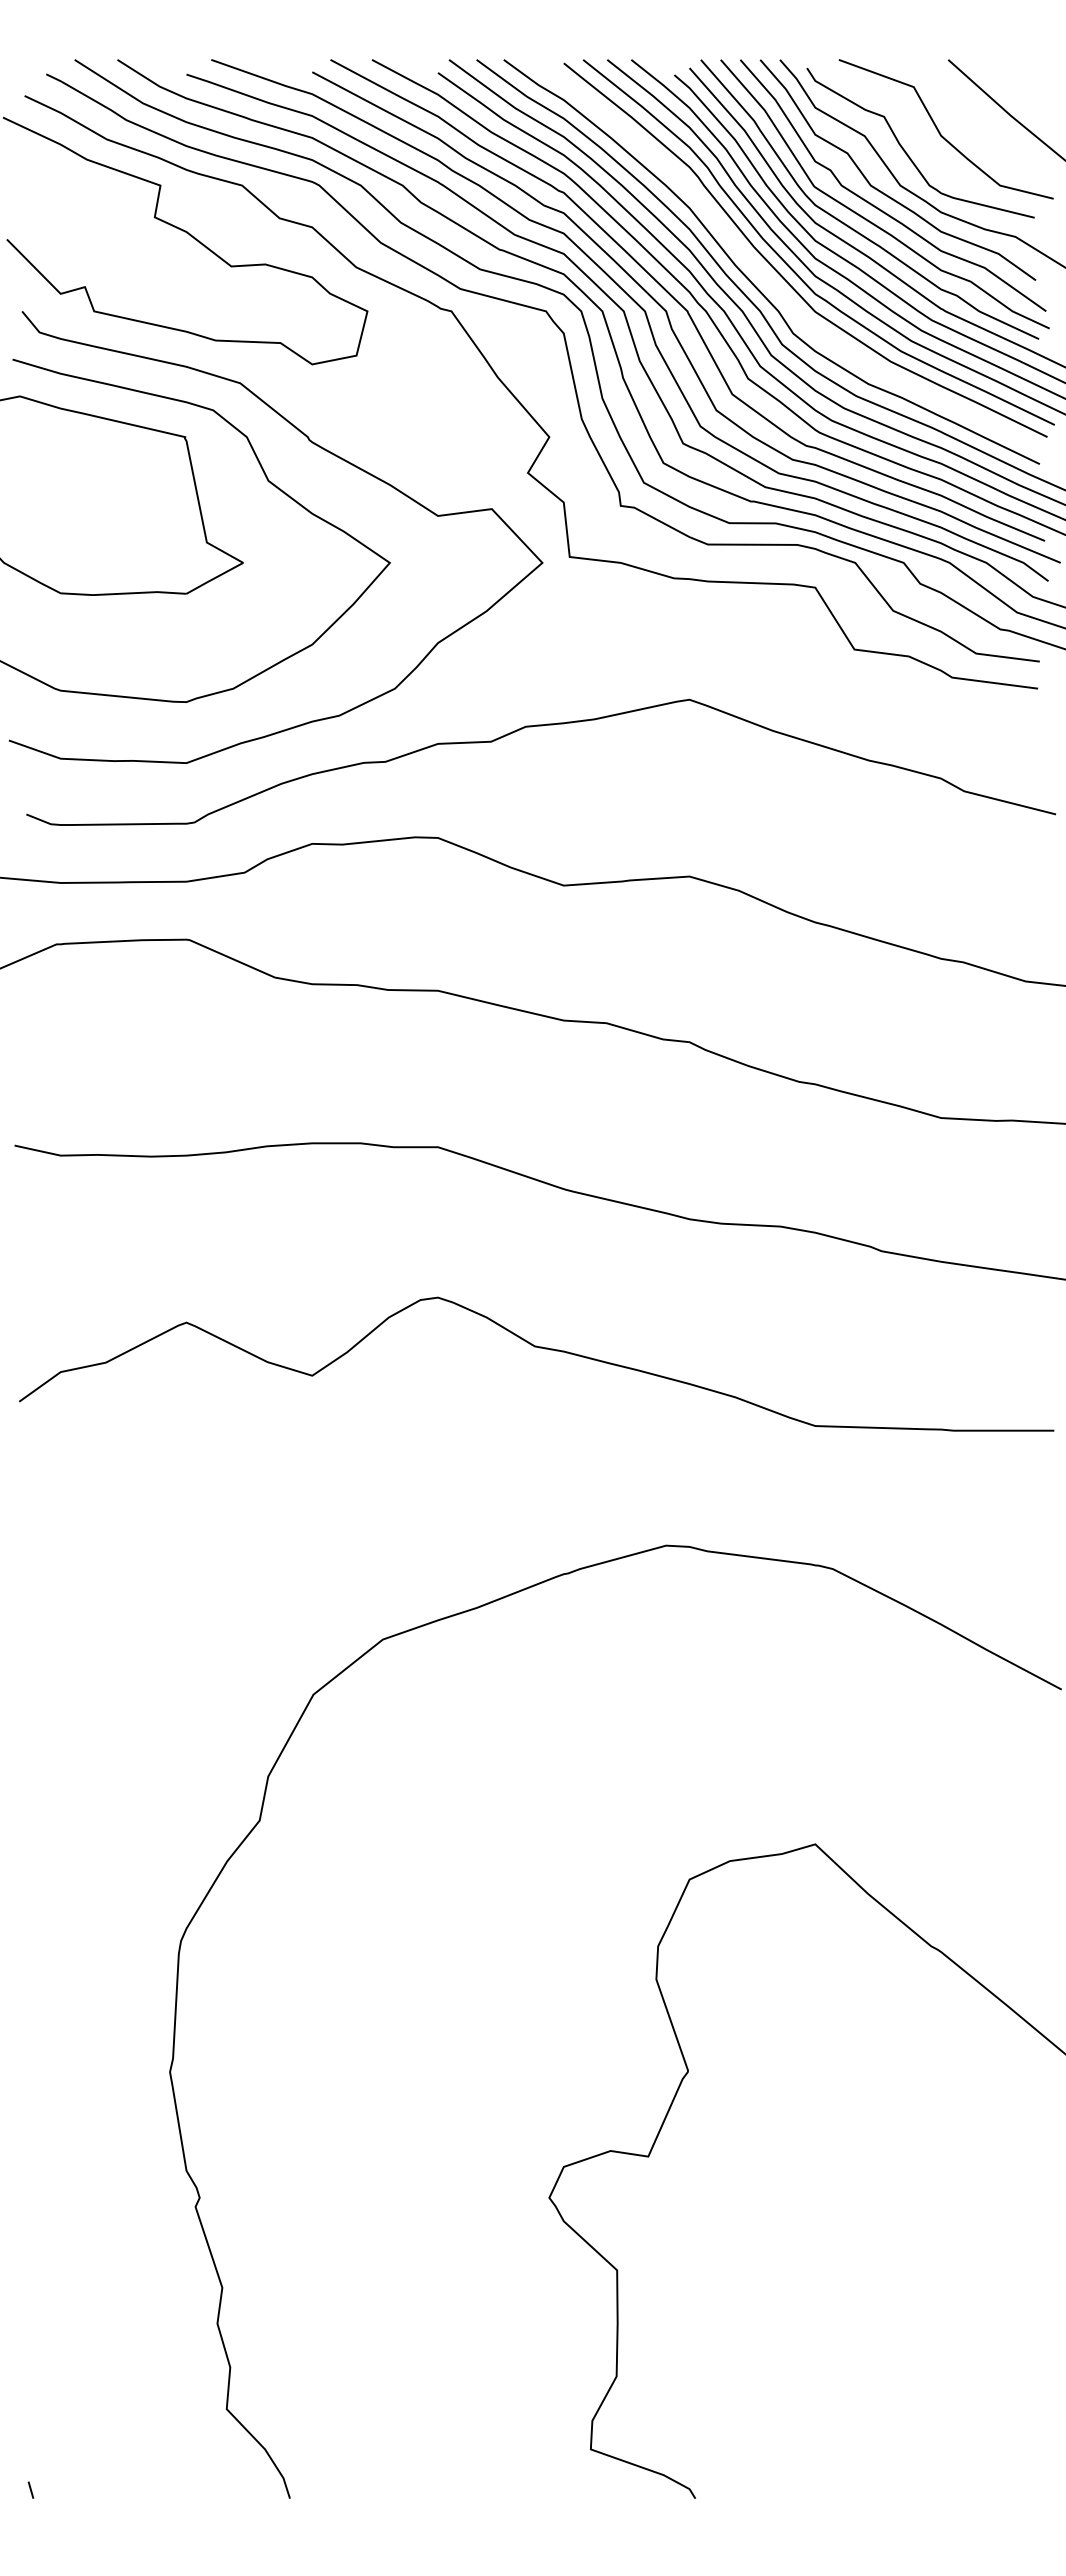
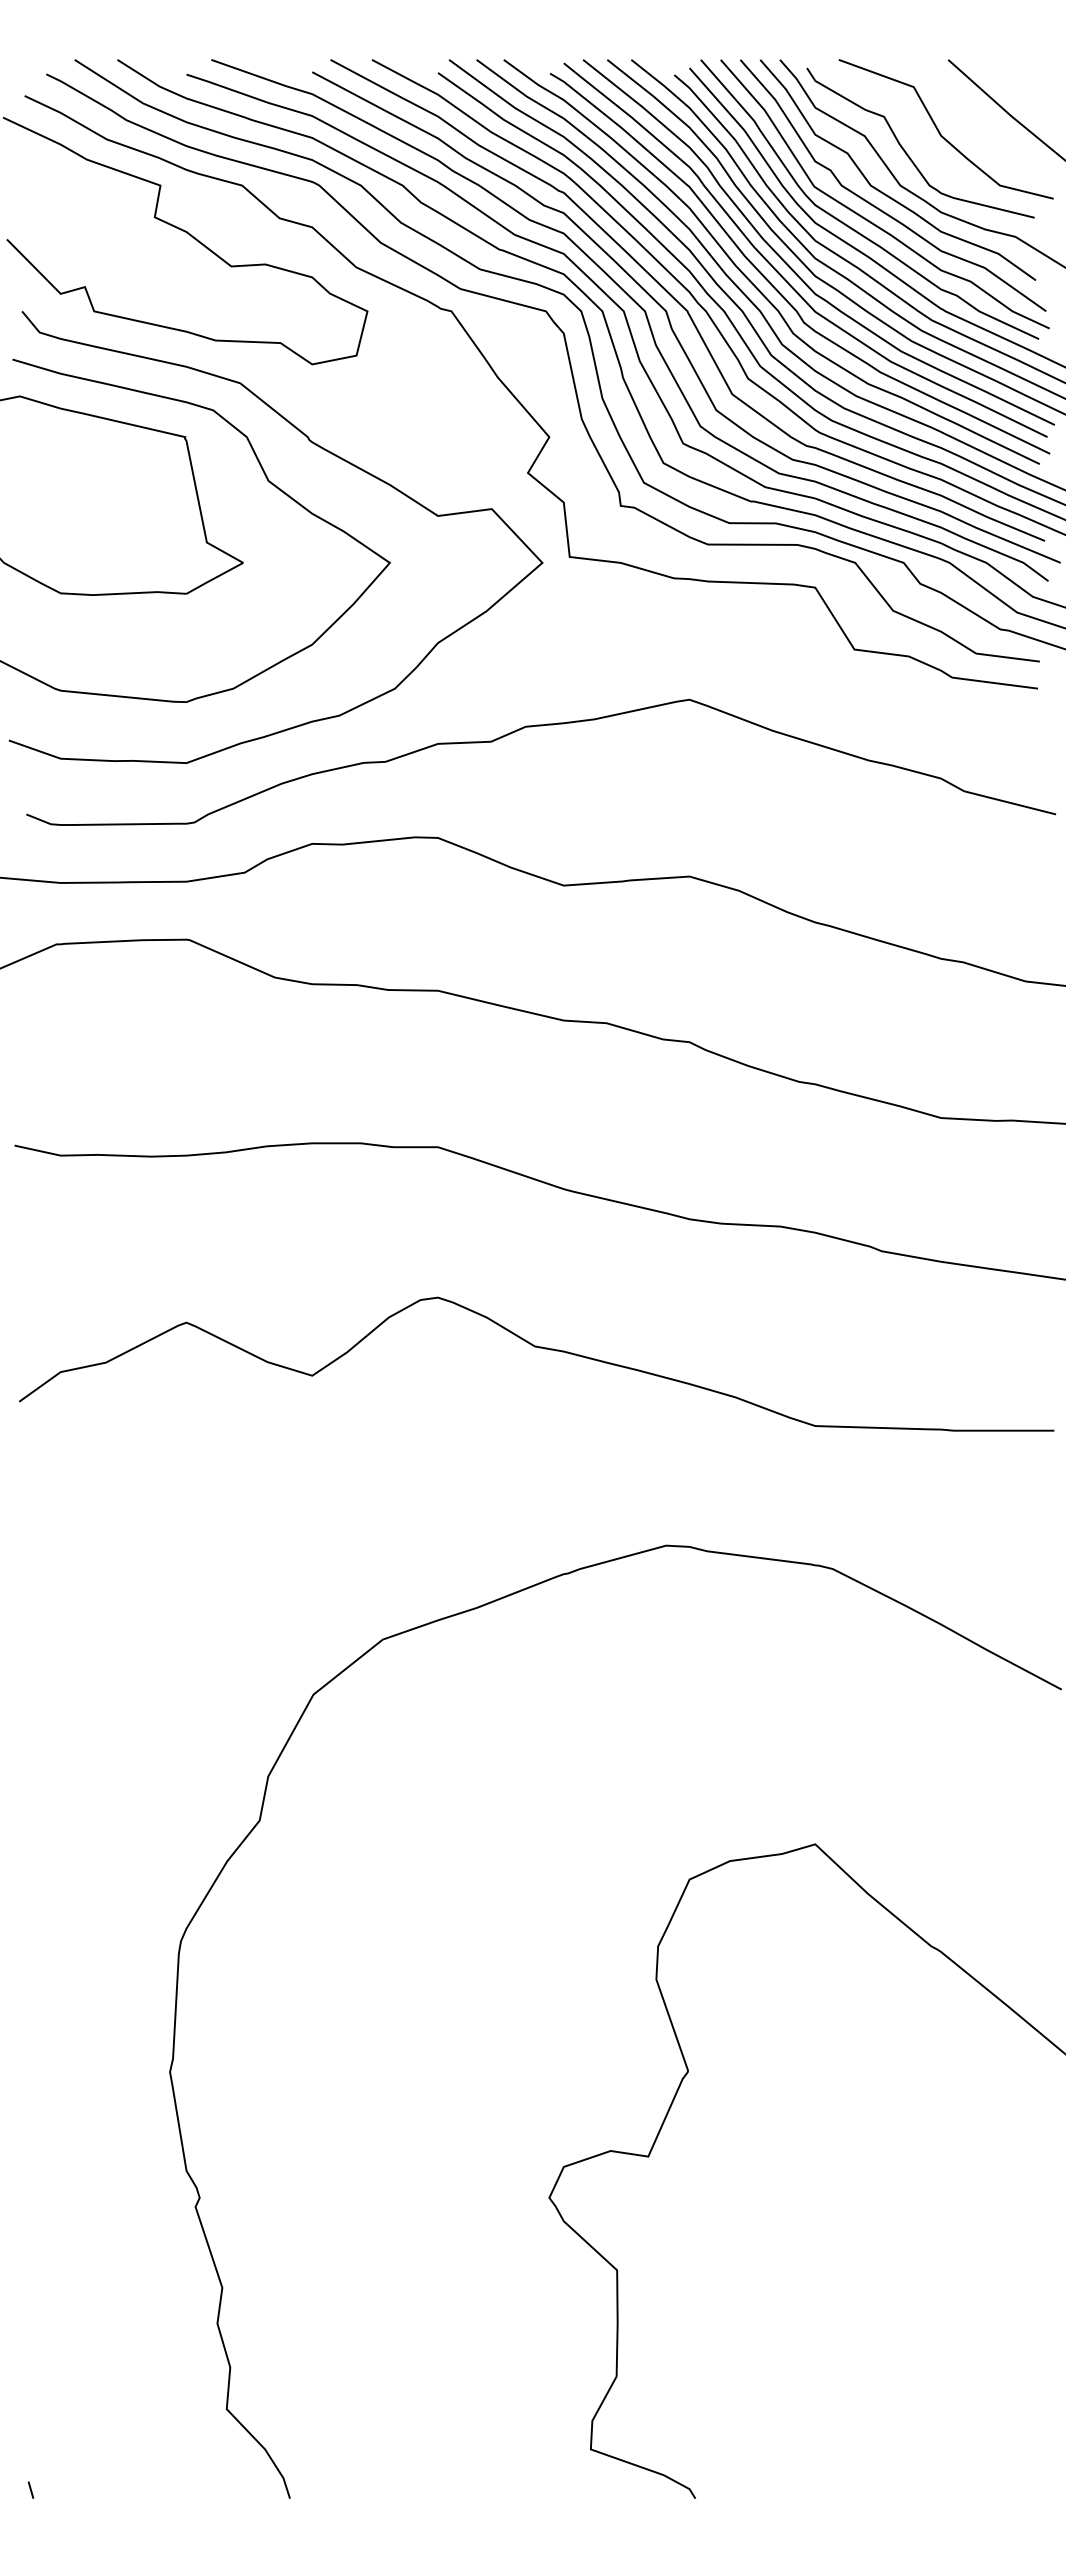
curve at (775, 287): none -> present
